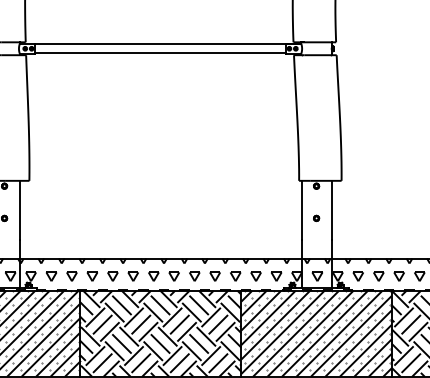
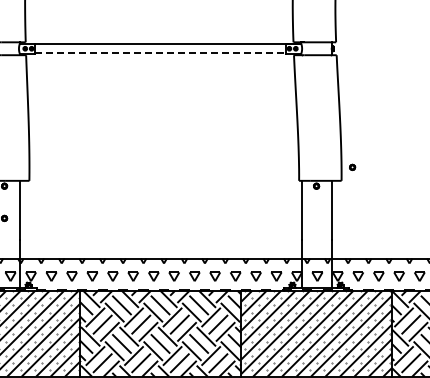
line at (160, 53): solid -> dashed
part at (316, 217) position: (316, 217) -> (352, 166)
